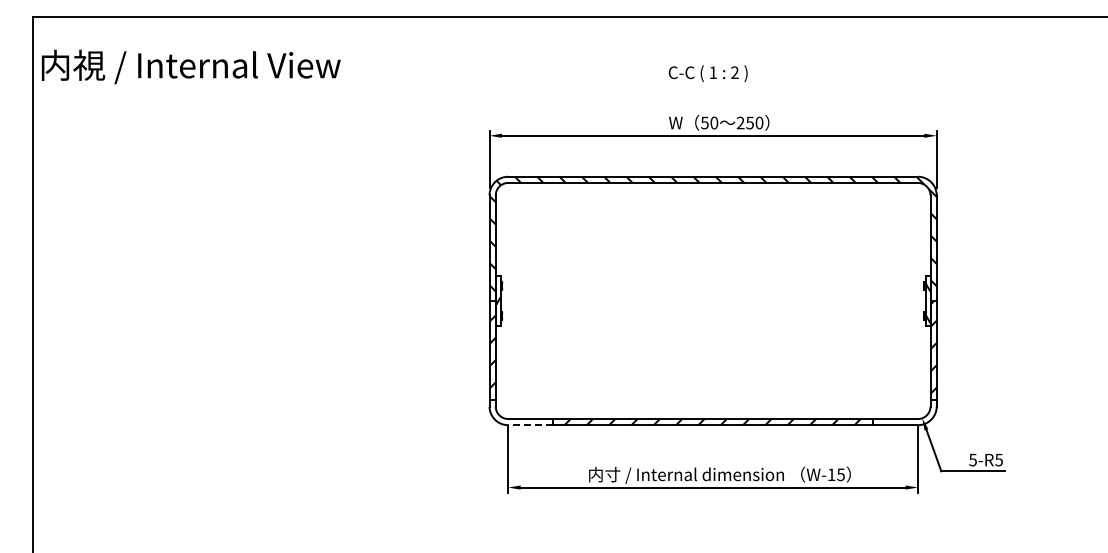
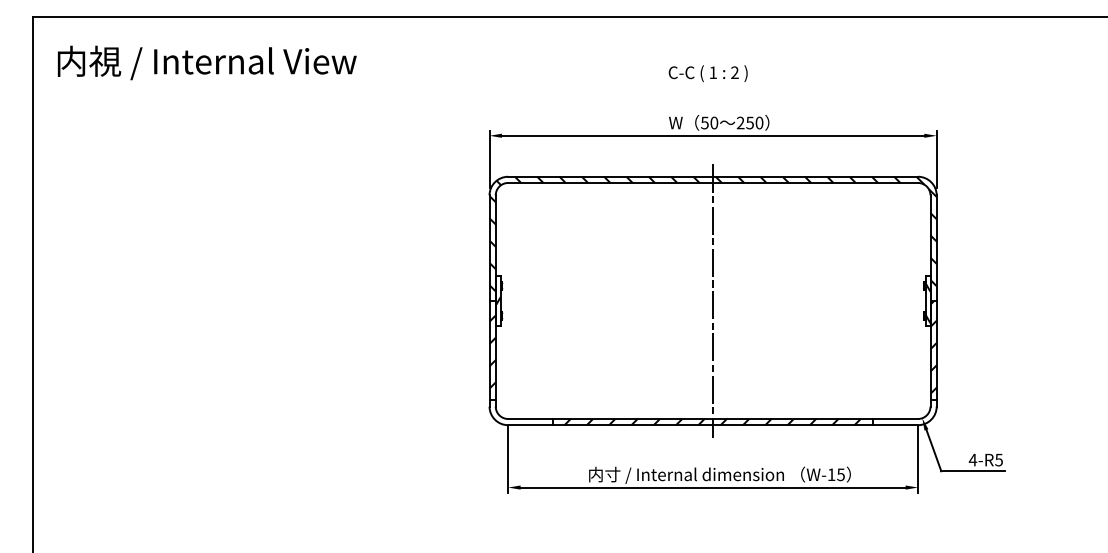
text at (191, 66) position: (191, 66) -> (207, 62)
line at (713, 300): none -> present
line at (530, 425): dashed -> solid
text at (972, 459): 5-R5 -> 4-R5
